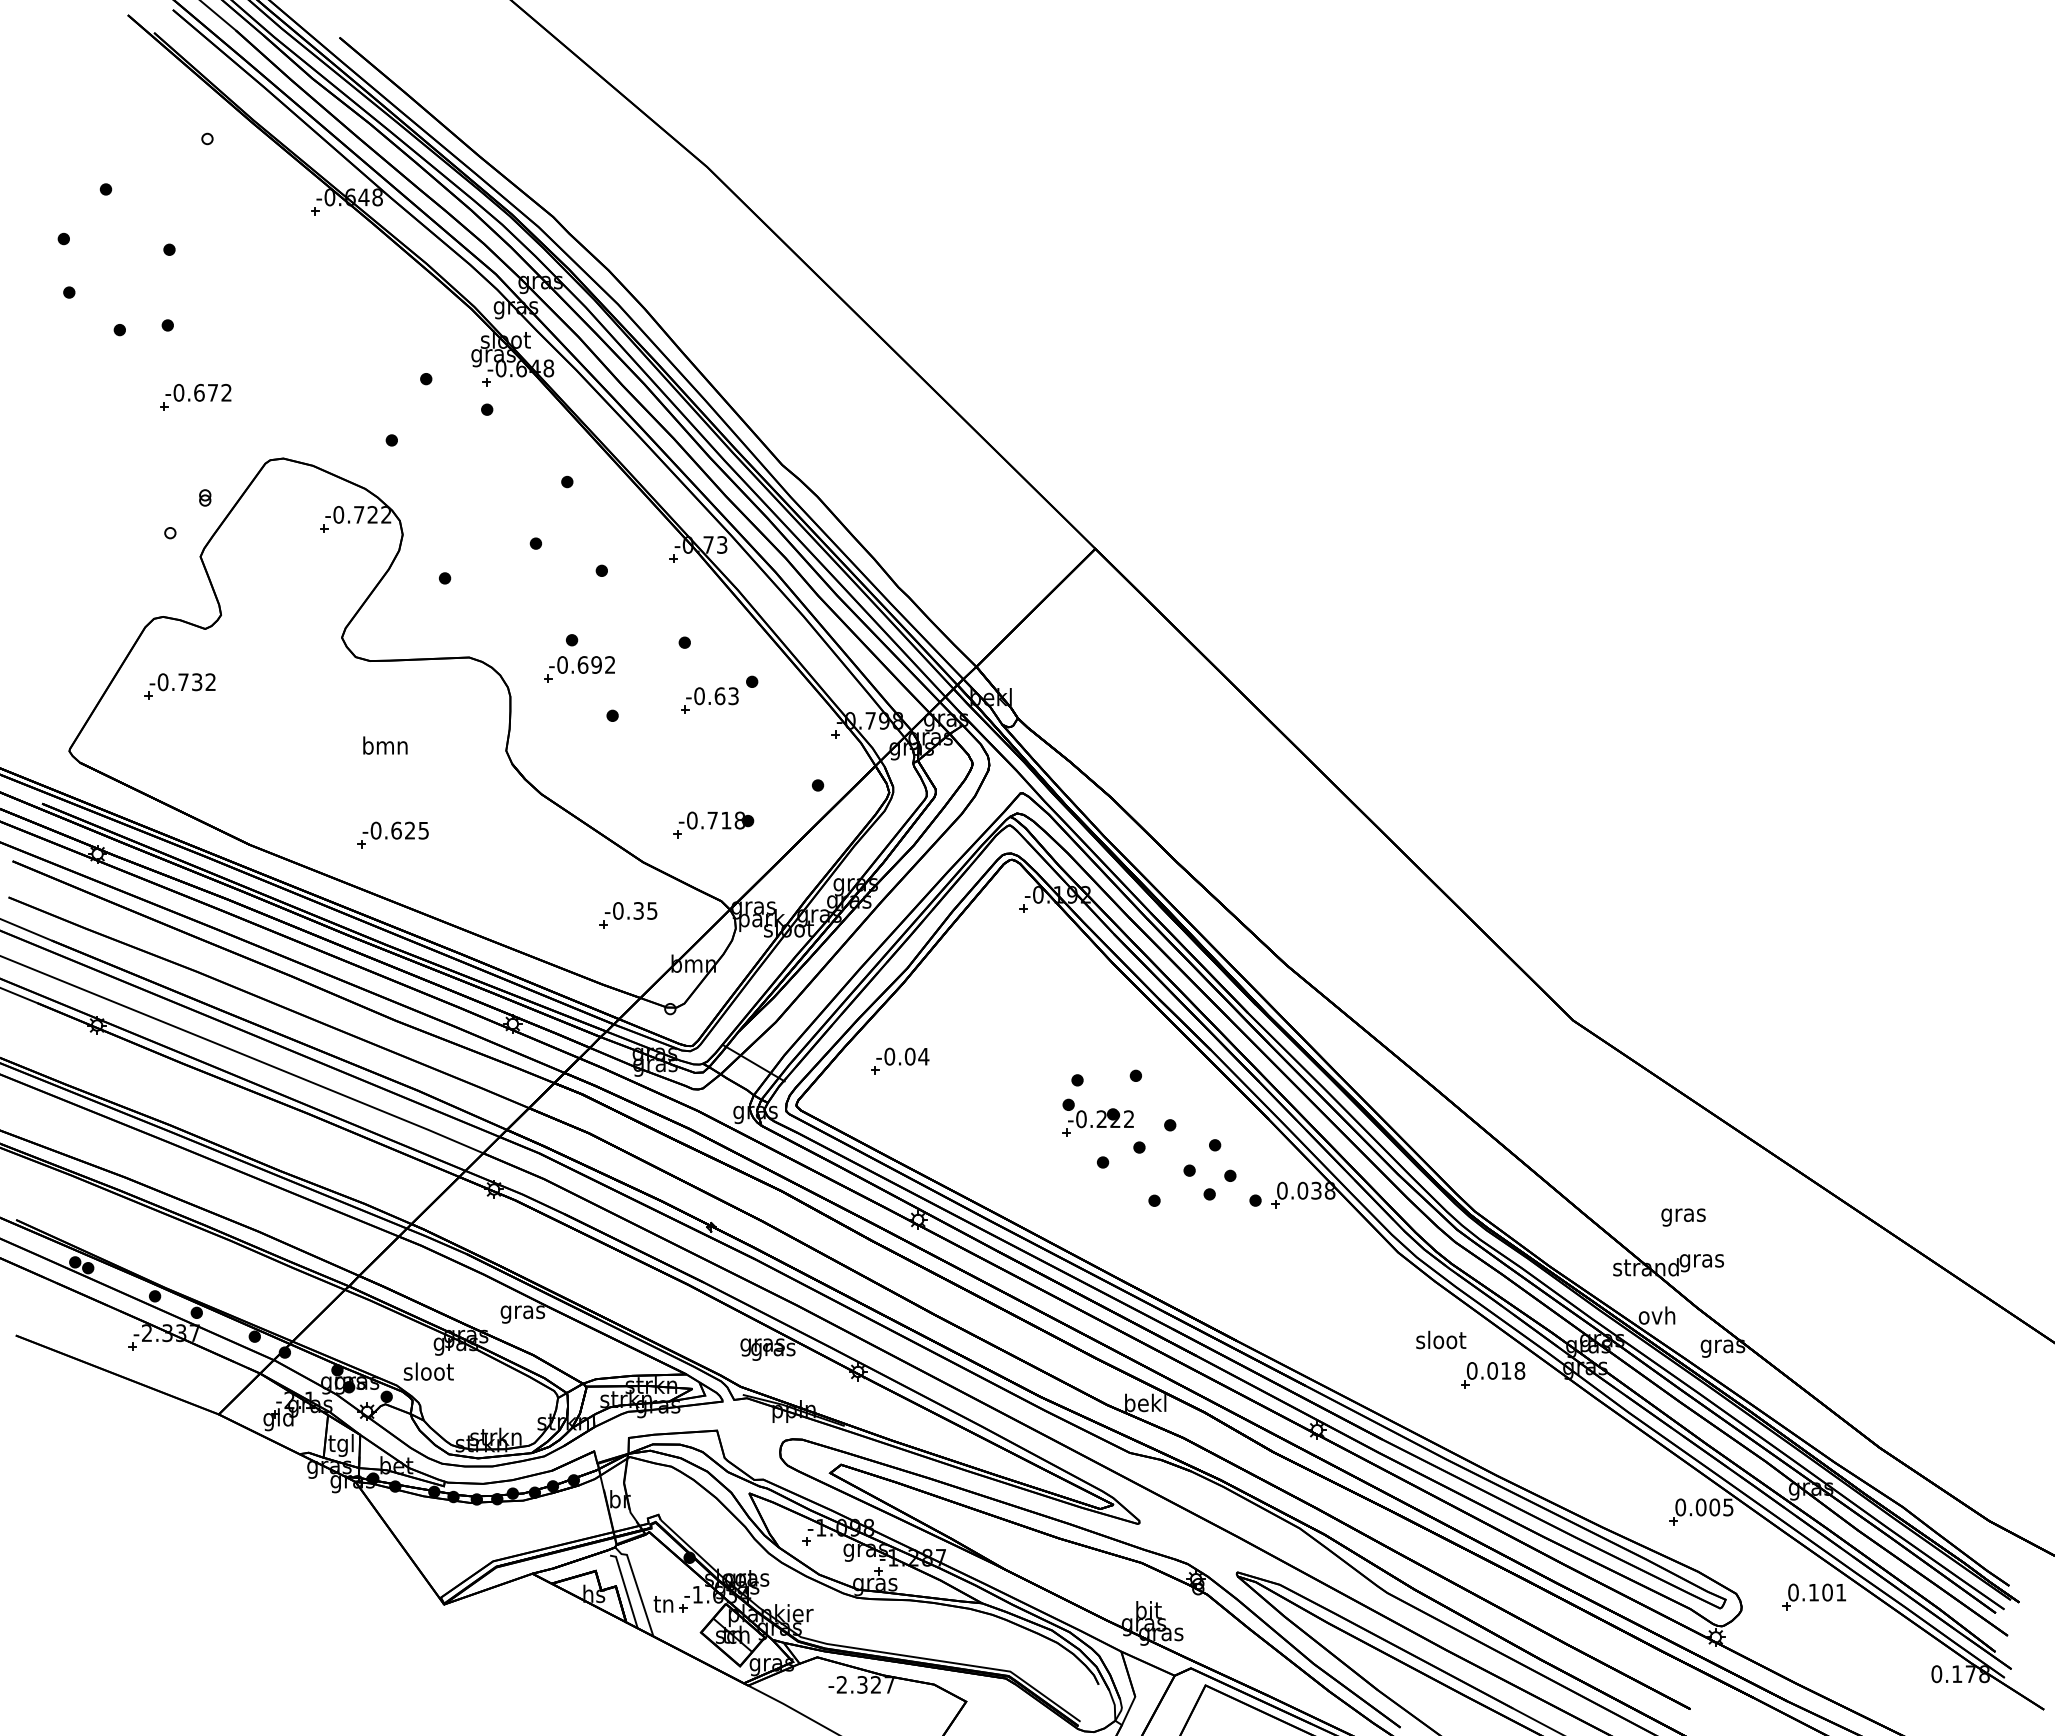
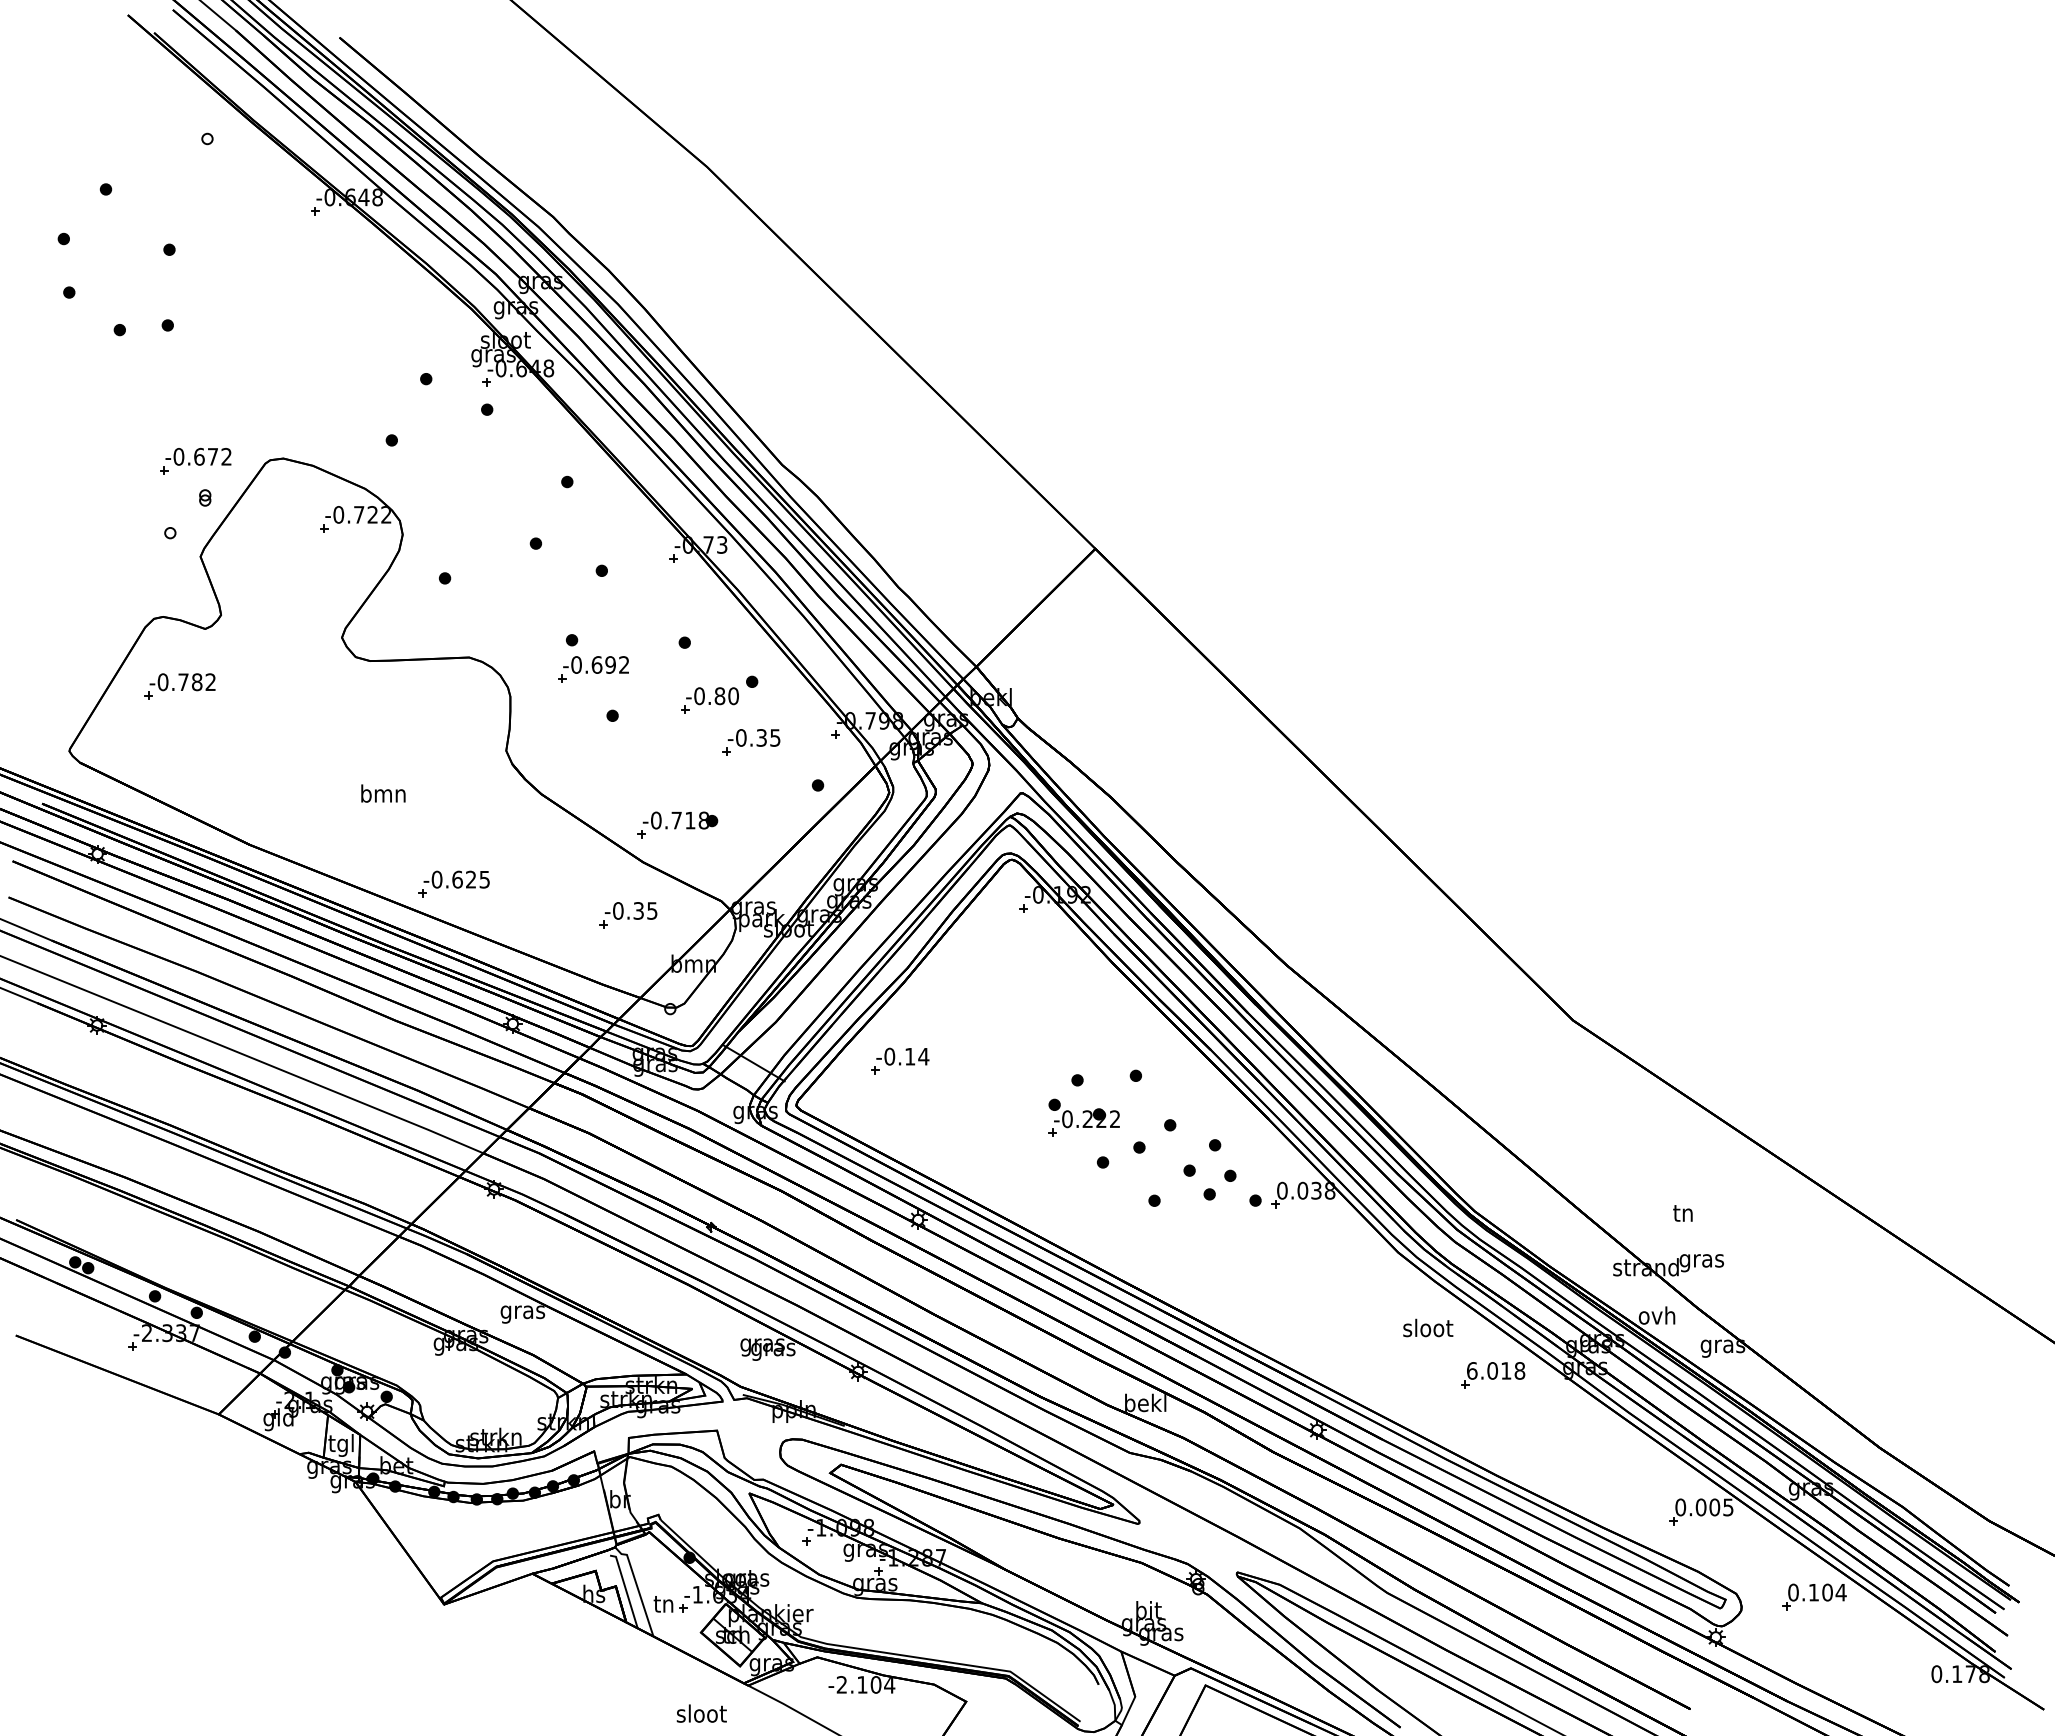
part at (195, 397) position: (195, 397) -> (195, 461)
part at (579, 669) position: (579, 669) -> (593, 669)
text at (197, 682): -0.732 -> -0.782
text at (726, 696): -0.63 -> -0.80
part at (751, 742): none -> present
text at (385, 745) position: (385, 745) -> (383, 793)
part at (713, 824) position: (713, 824) -> (677, 824)
part at (392, 834) position: (392, 834) -> (453, 883)
text at (909, 1056): -0.04 -> -0.14
part at (1097, 1117) position: (1097, 1117) -> (1083, 1117)
text at (1683, 1215): gras -> tn
text at (1441, 1339) position: (1441, 1339) -> (1428, 1327)
text at (1472, 1370): 0.018 -> 6.018
text at (428, 1371) position: (428, 1371) -> (701, 1713)
text at (1840, 1592): 0.101 -> 0.104
text at (876, 1684): -2.327 -> -2.104
